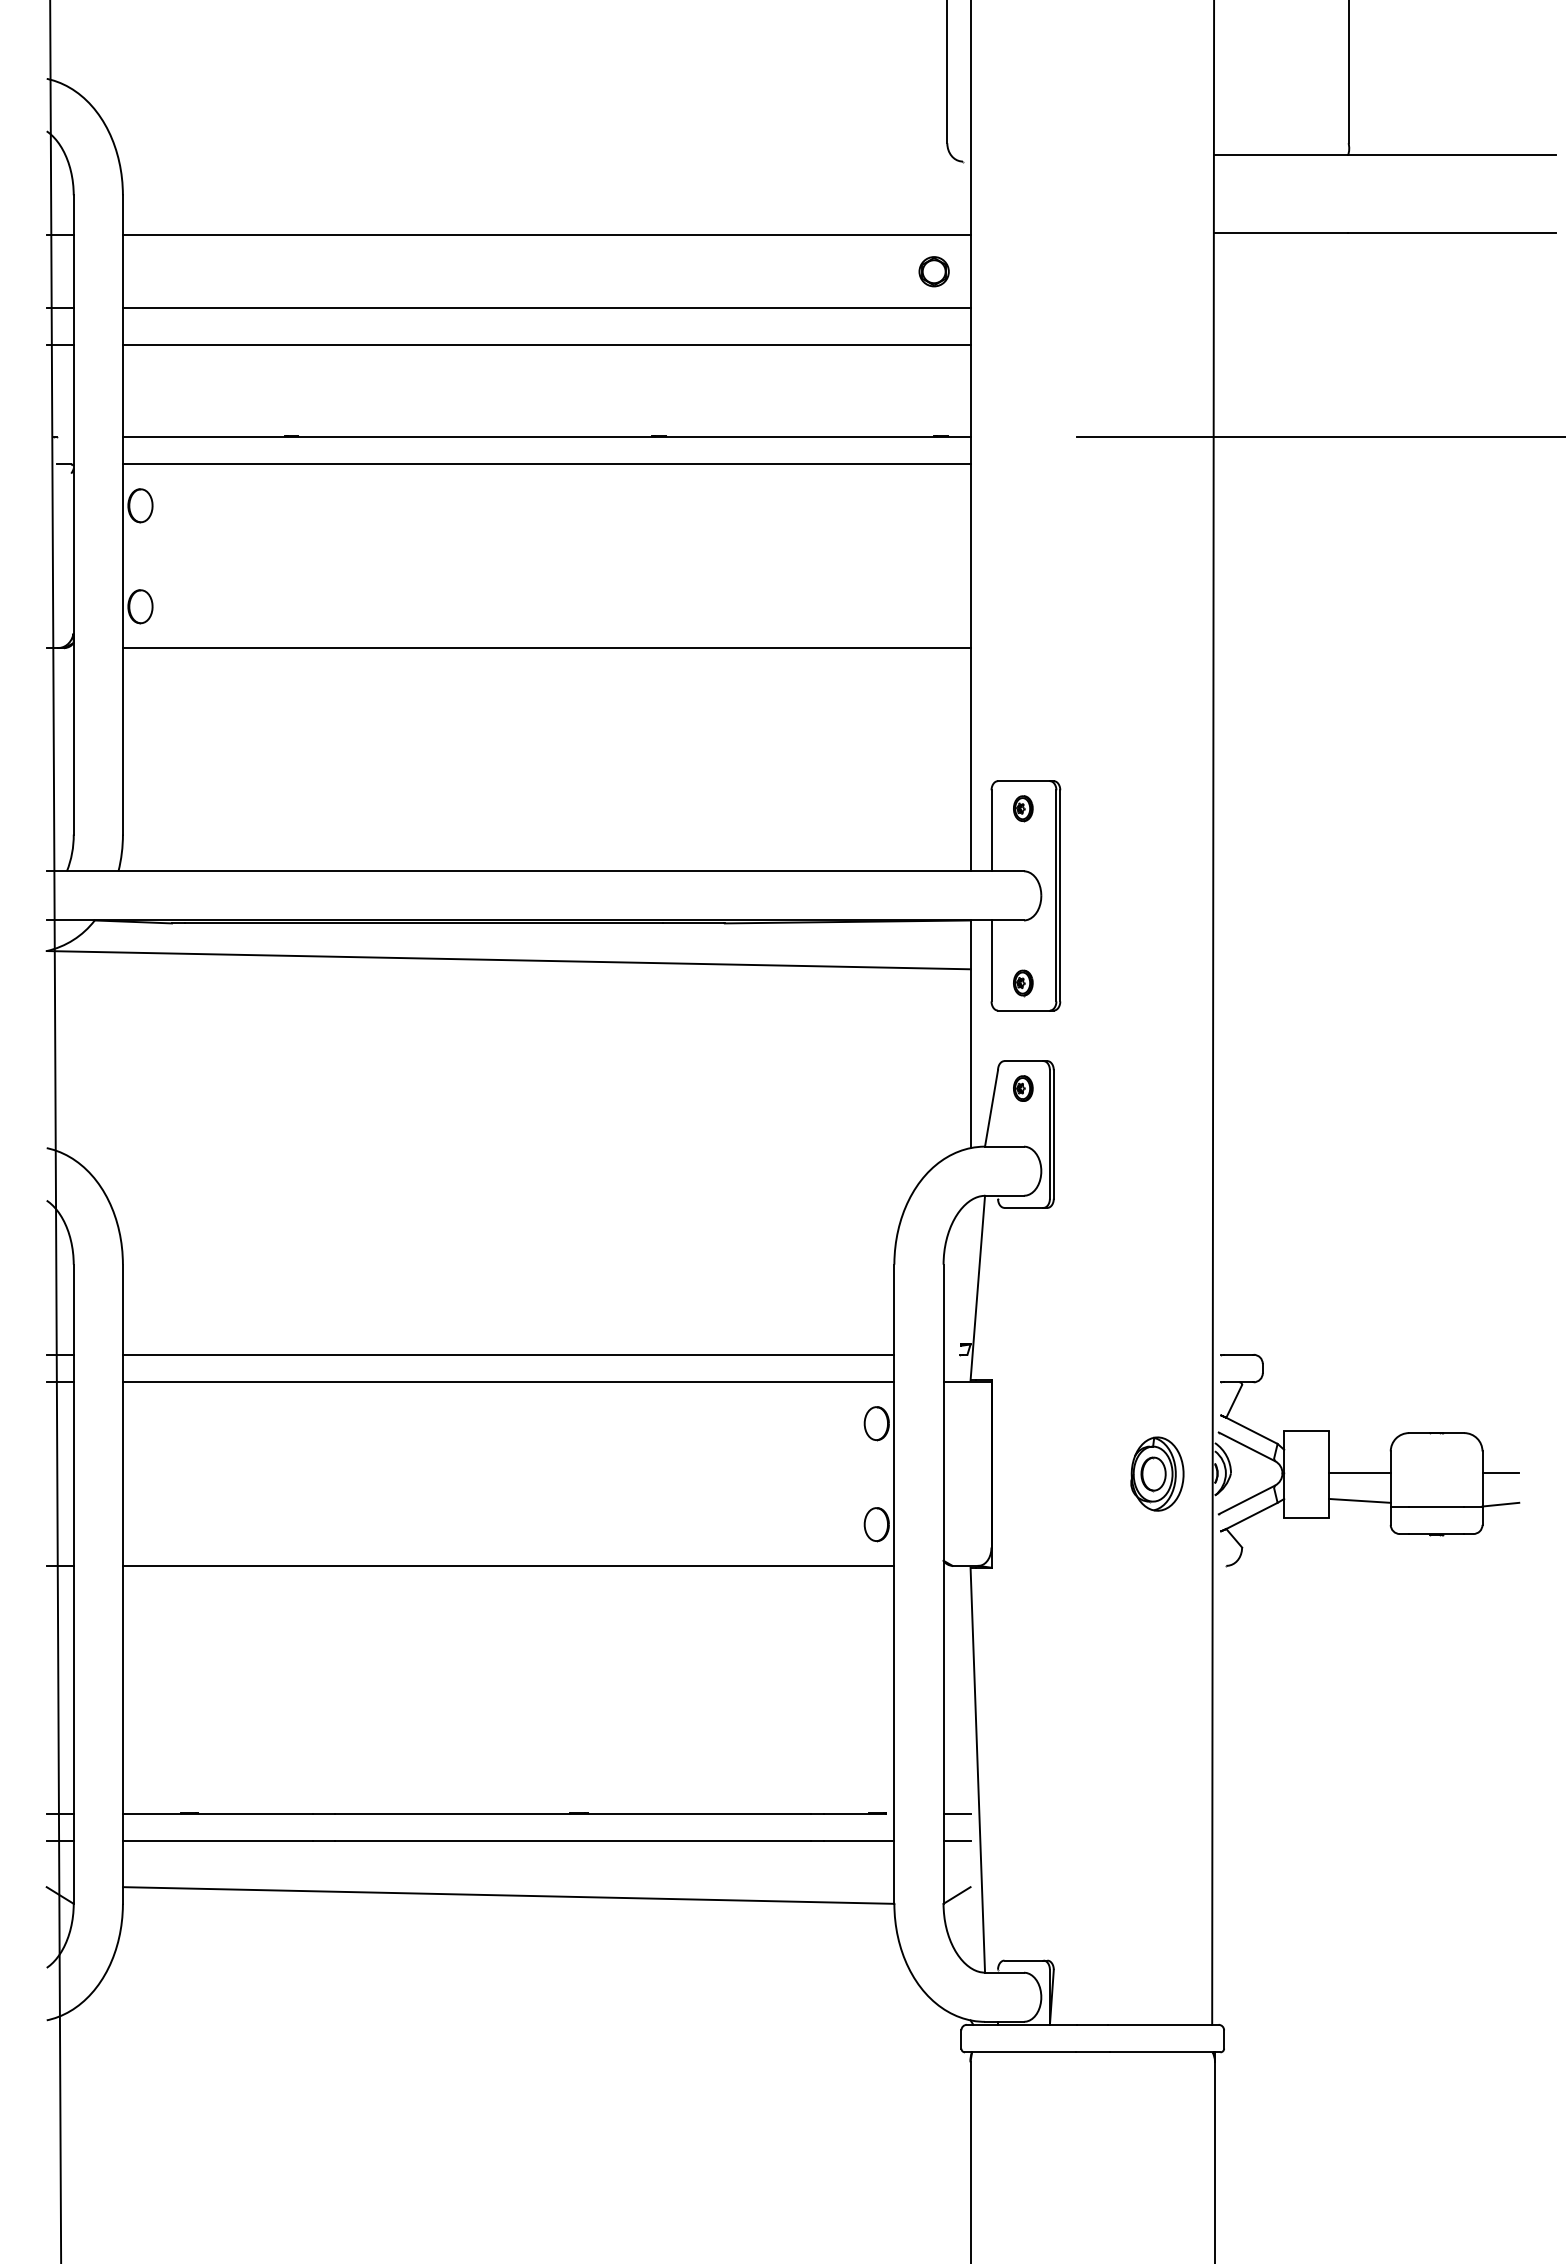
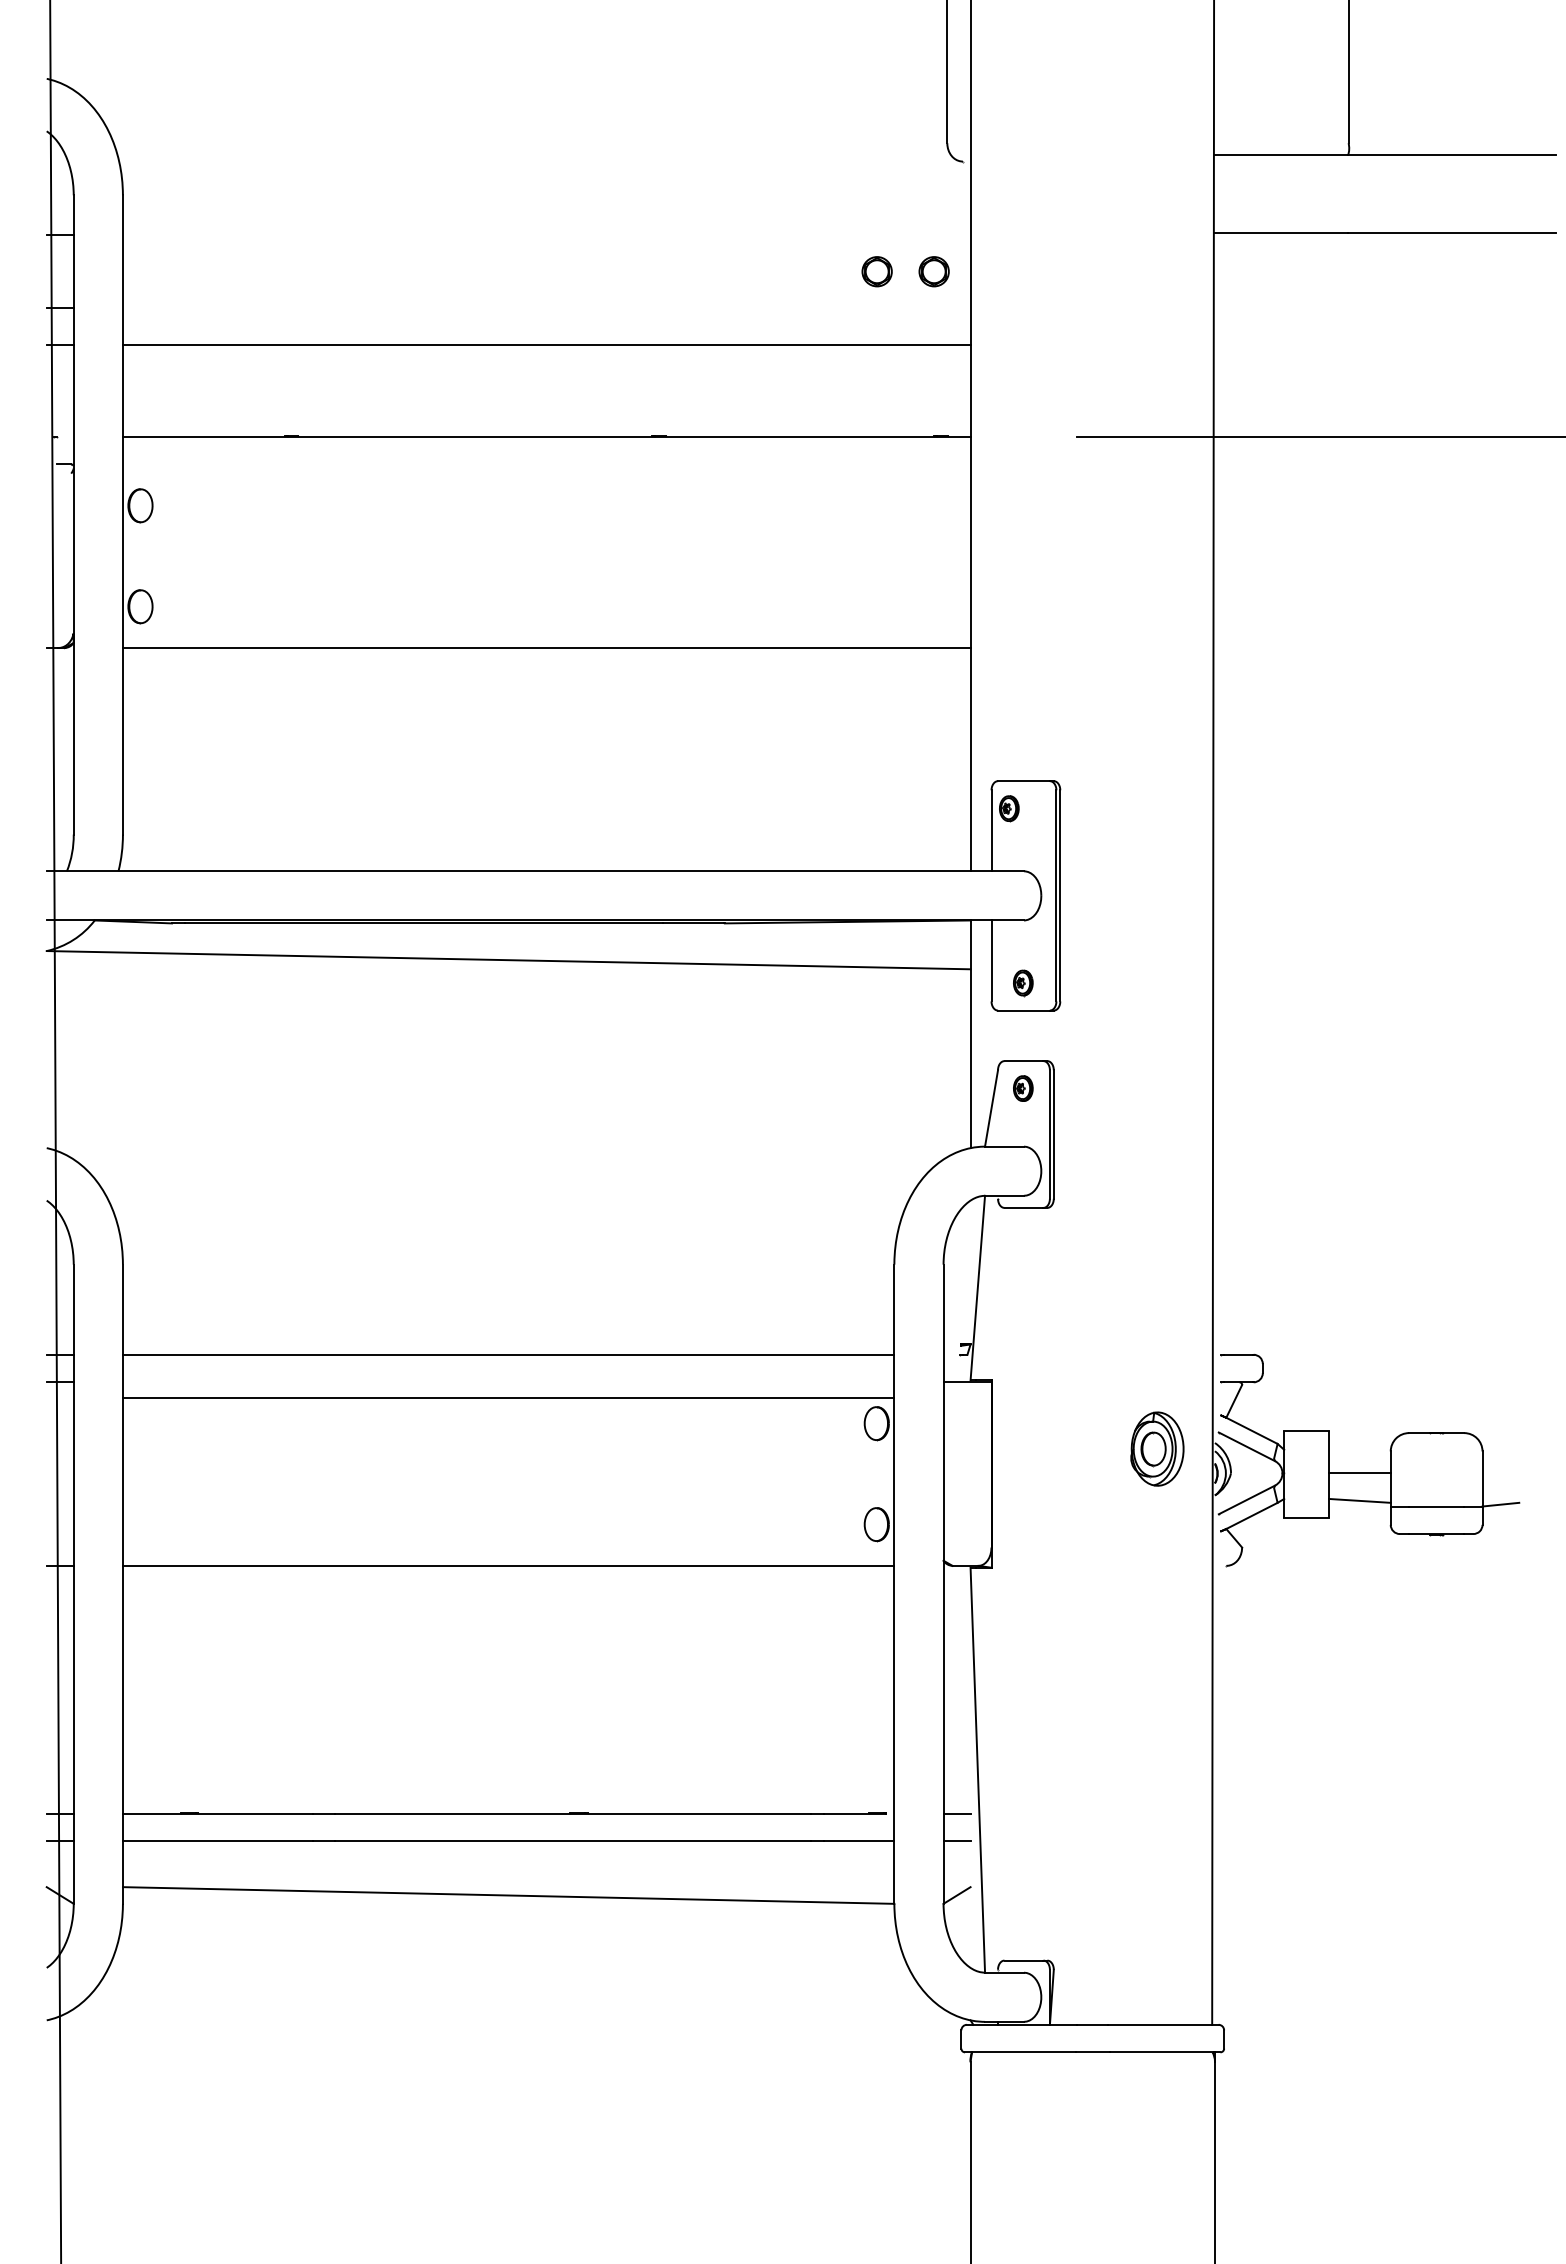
line at (546, 235): present -> none
part at (876, 271): none -> present
line at (546, 308): present -> none
line at (546, 464): present -> none
part at (1023, 808) position: (1023, 808) -> (1009, 808)
line at (508, 1382) position: (508, 1382) -> (508, 1398)
part at (1157, 1473) position: (1157, 1473) -> (1157, 1448)
line at (1500, 1473): present -> none
